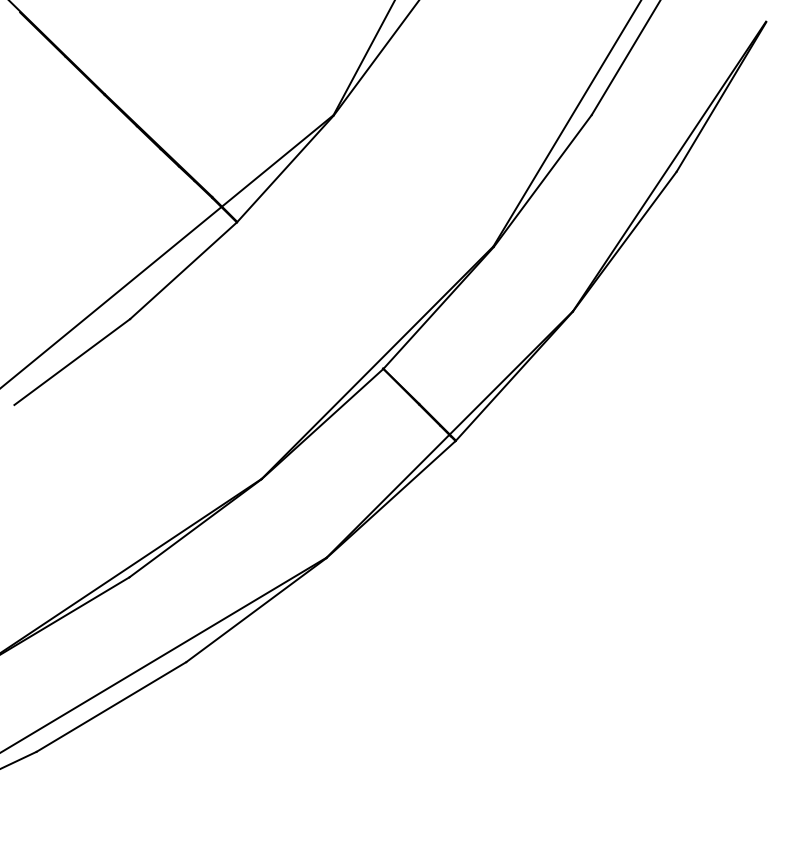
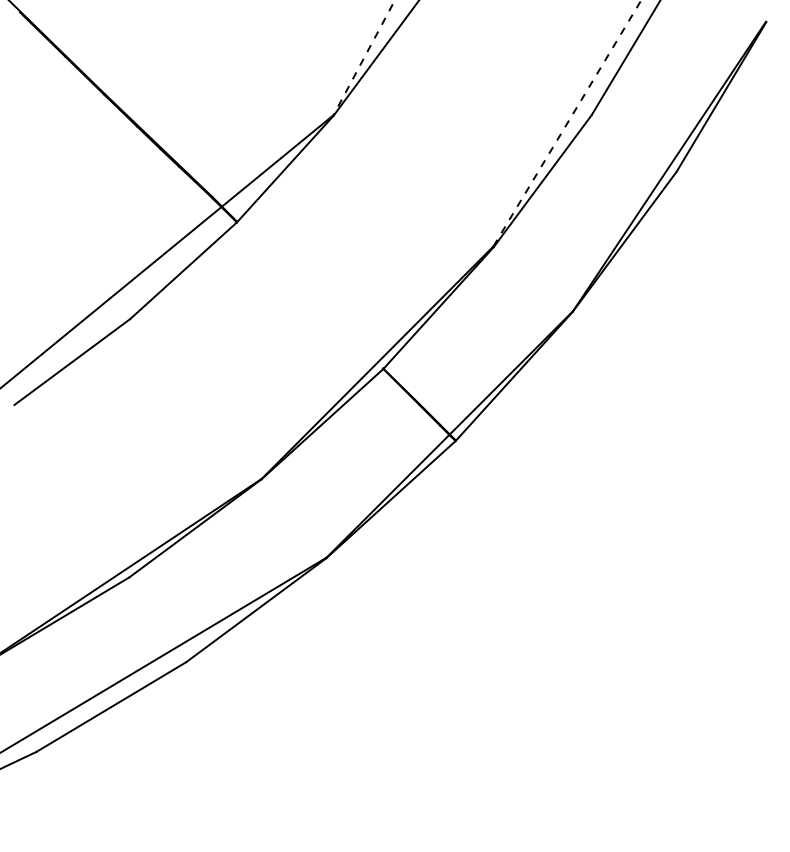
line at (364, 57): solid -> dashed
line at (567, 122): solid -> dashed
